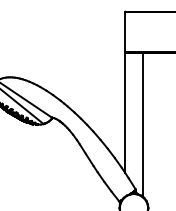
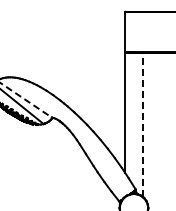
line at (26, 100): solid -> dashed
line at (142, 124): solid -> dashed
